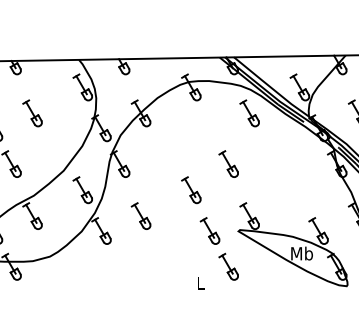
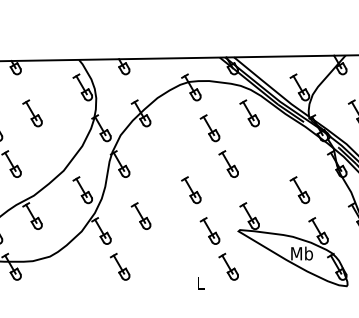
part at (209, 128): none -> present
part at (299, 190): none -> present
part at (120, 266): none -> present
